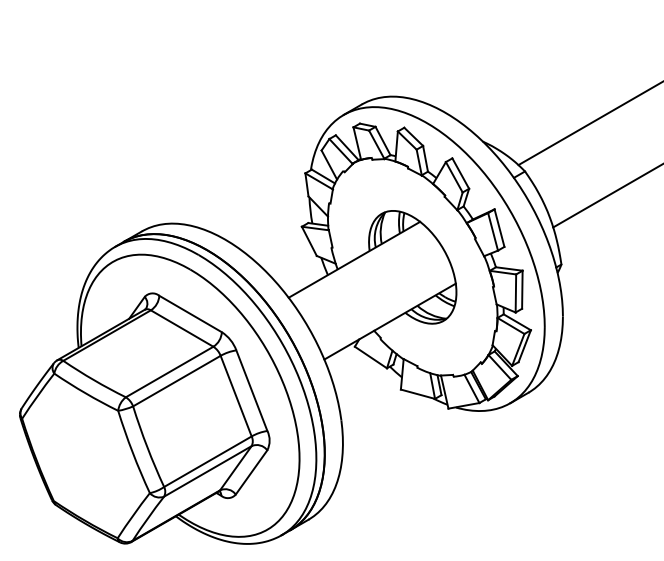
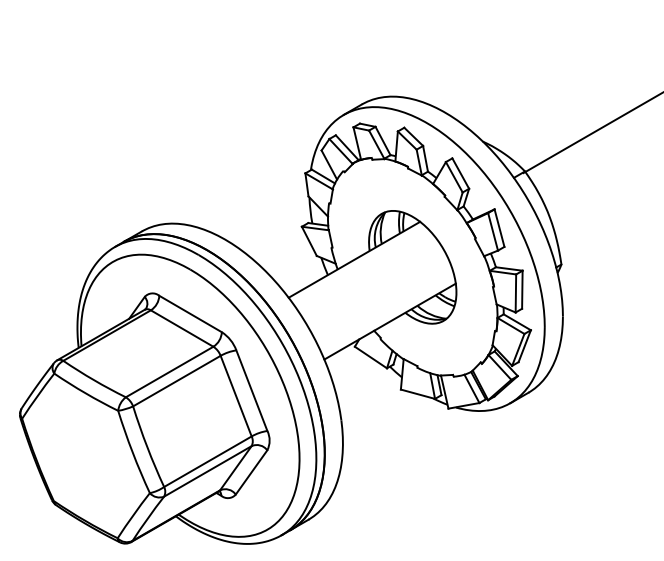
line at (589, 124) position: (589, 124) -> (591, 133)
line at (606, 196): present -> none
